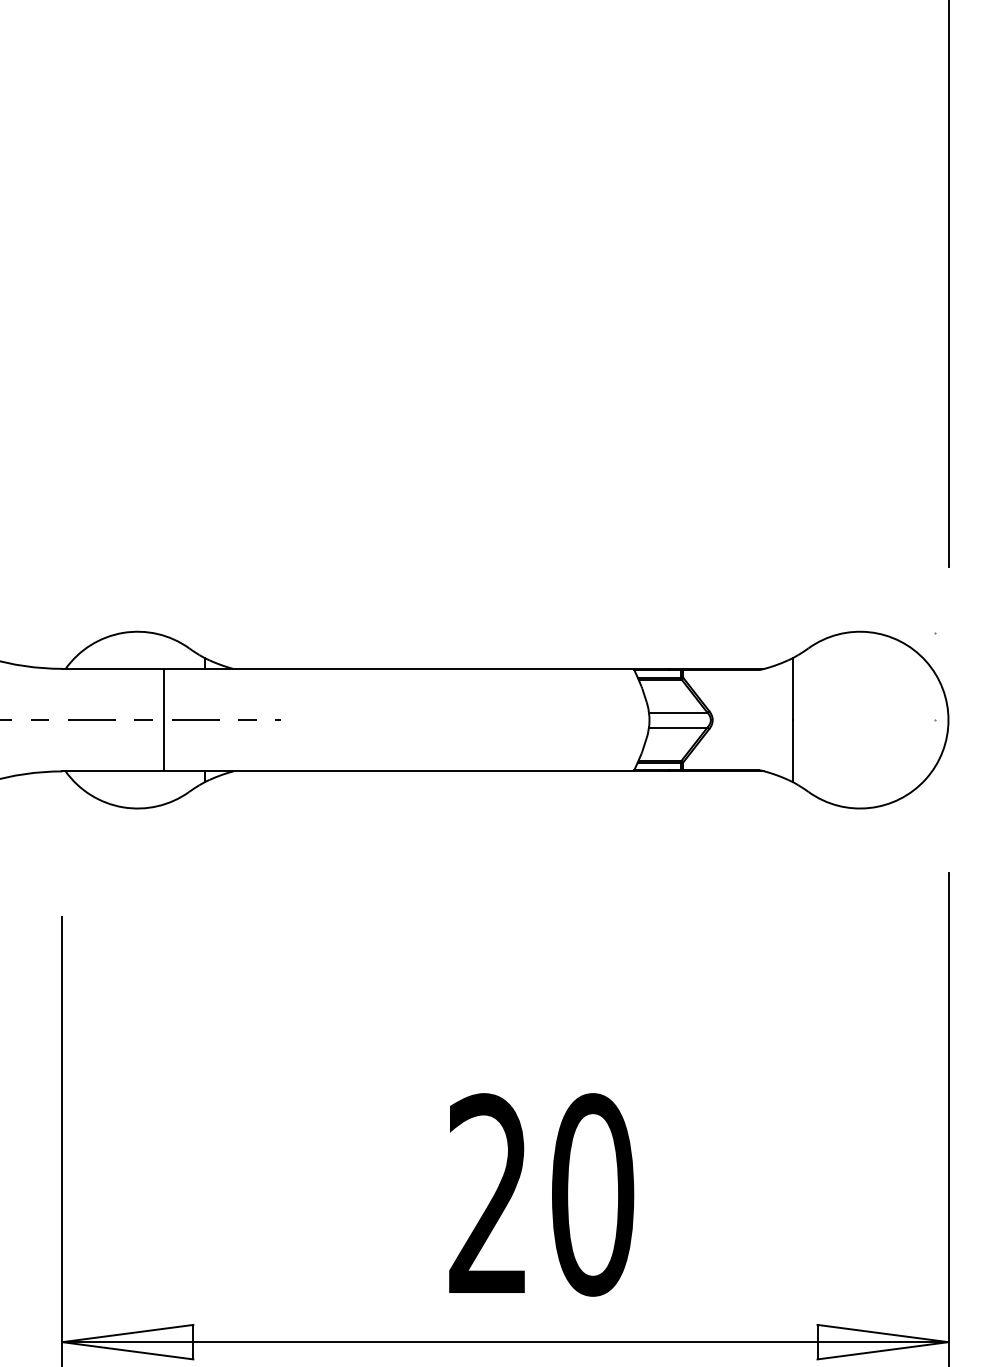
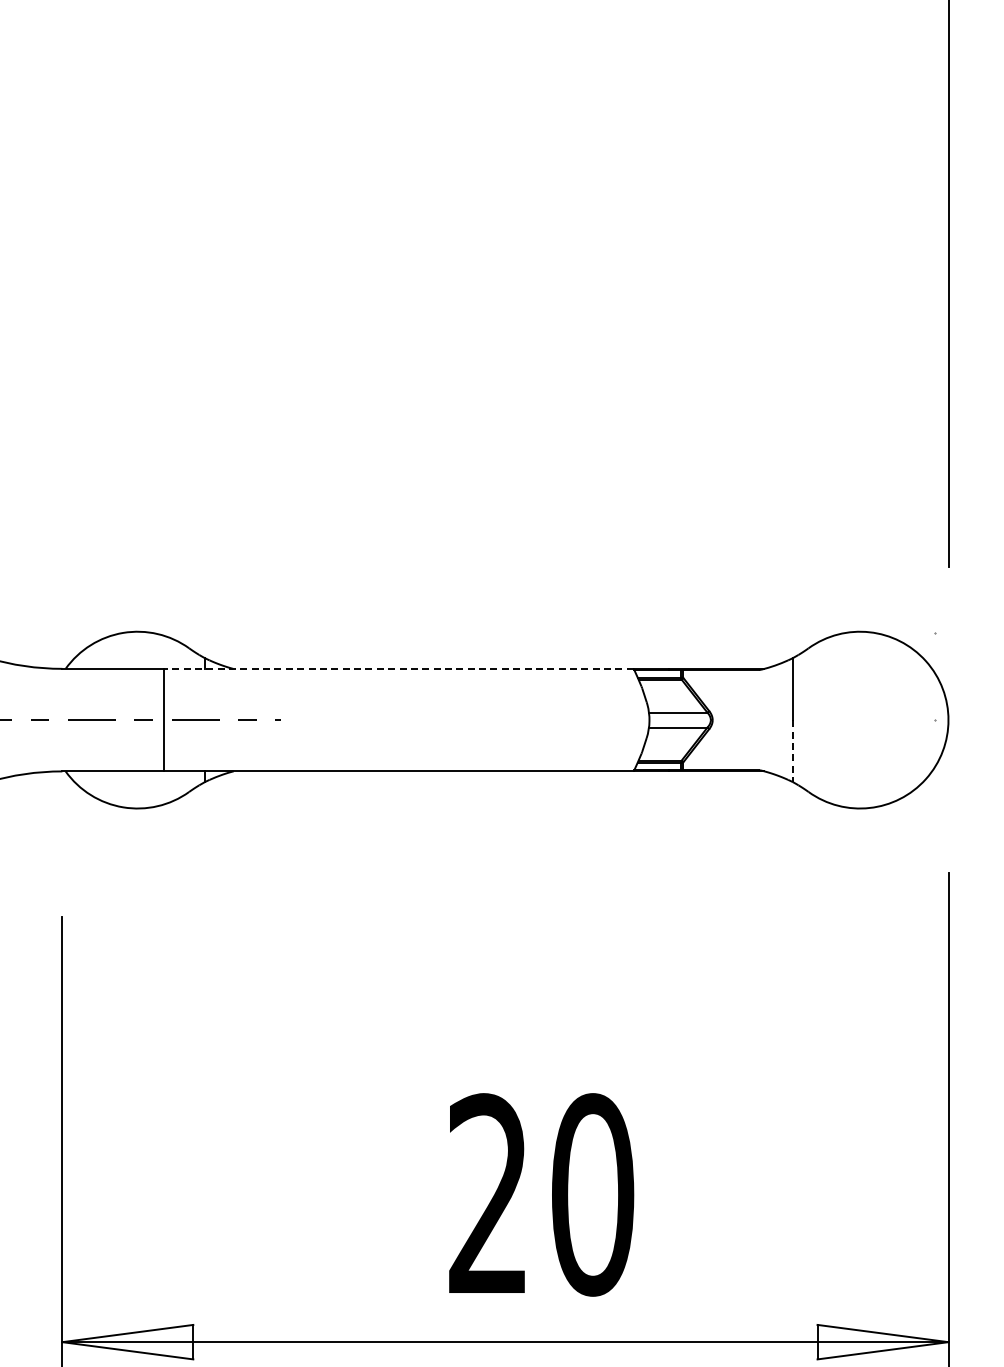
line at (399, 668): solid -> dashed
line at (793, 751): solid -> dashed
